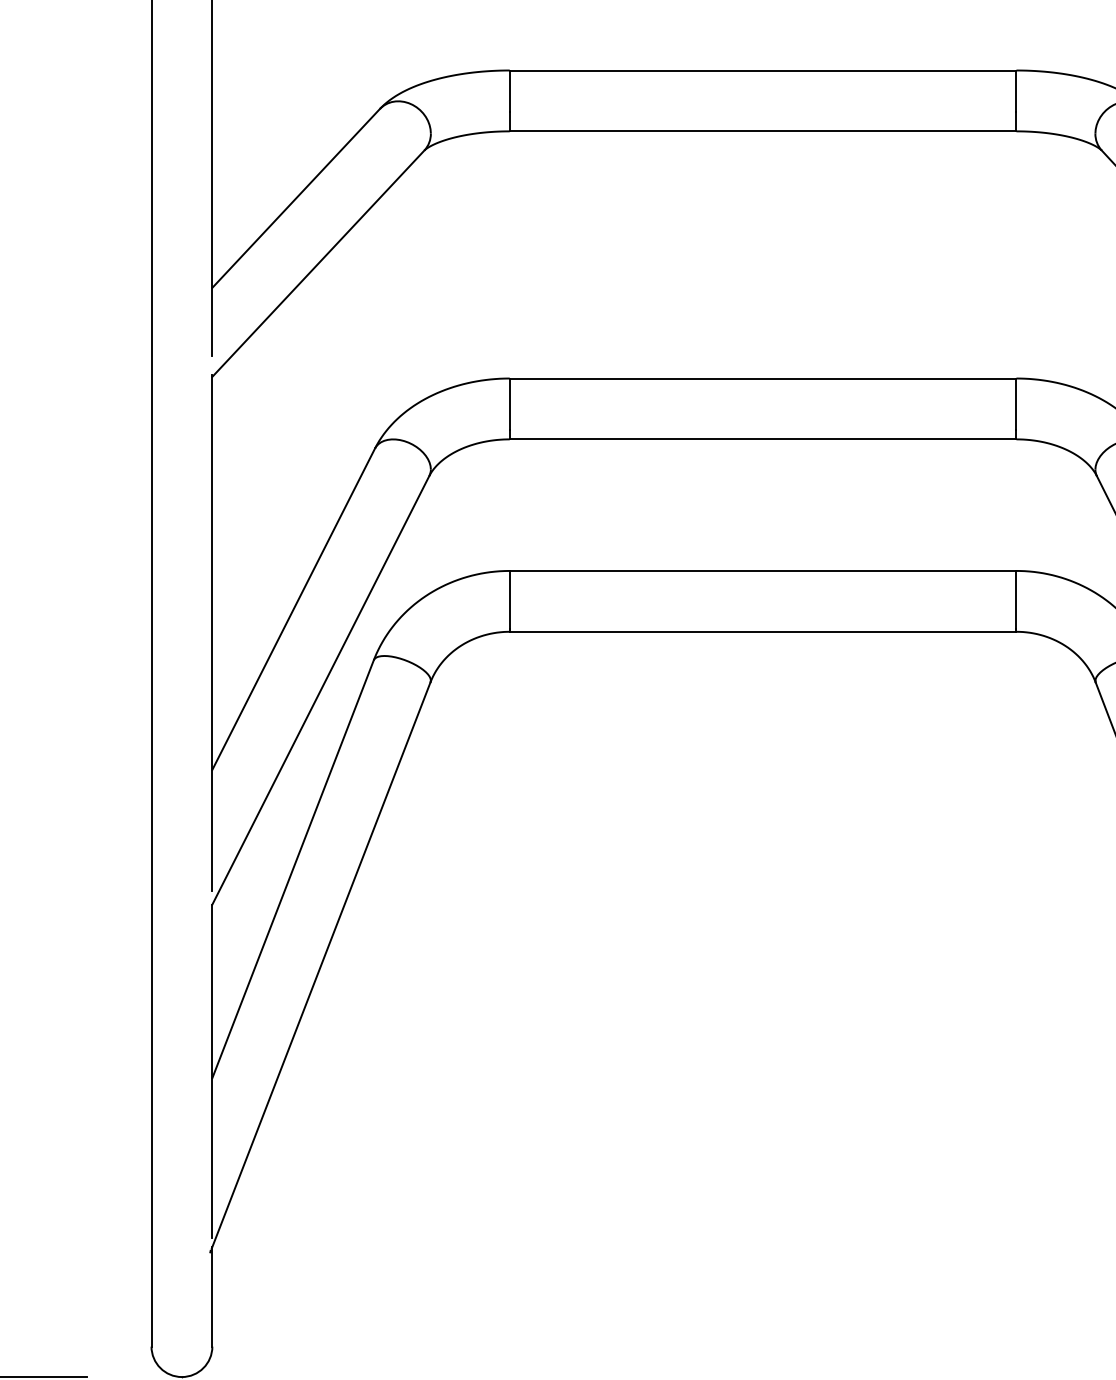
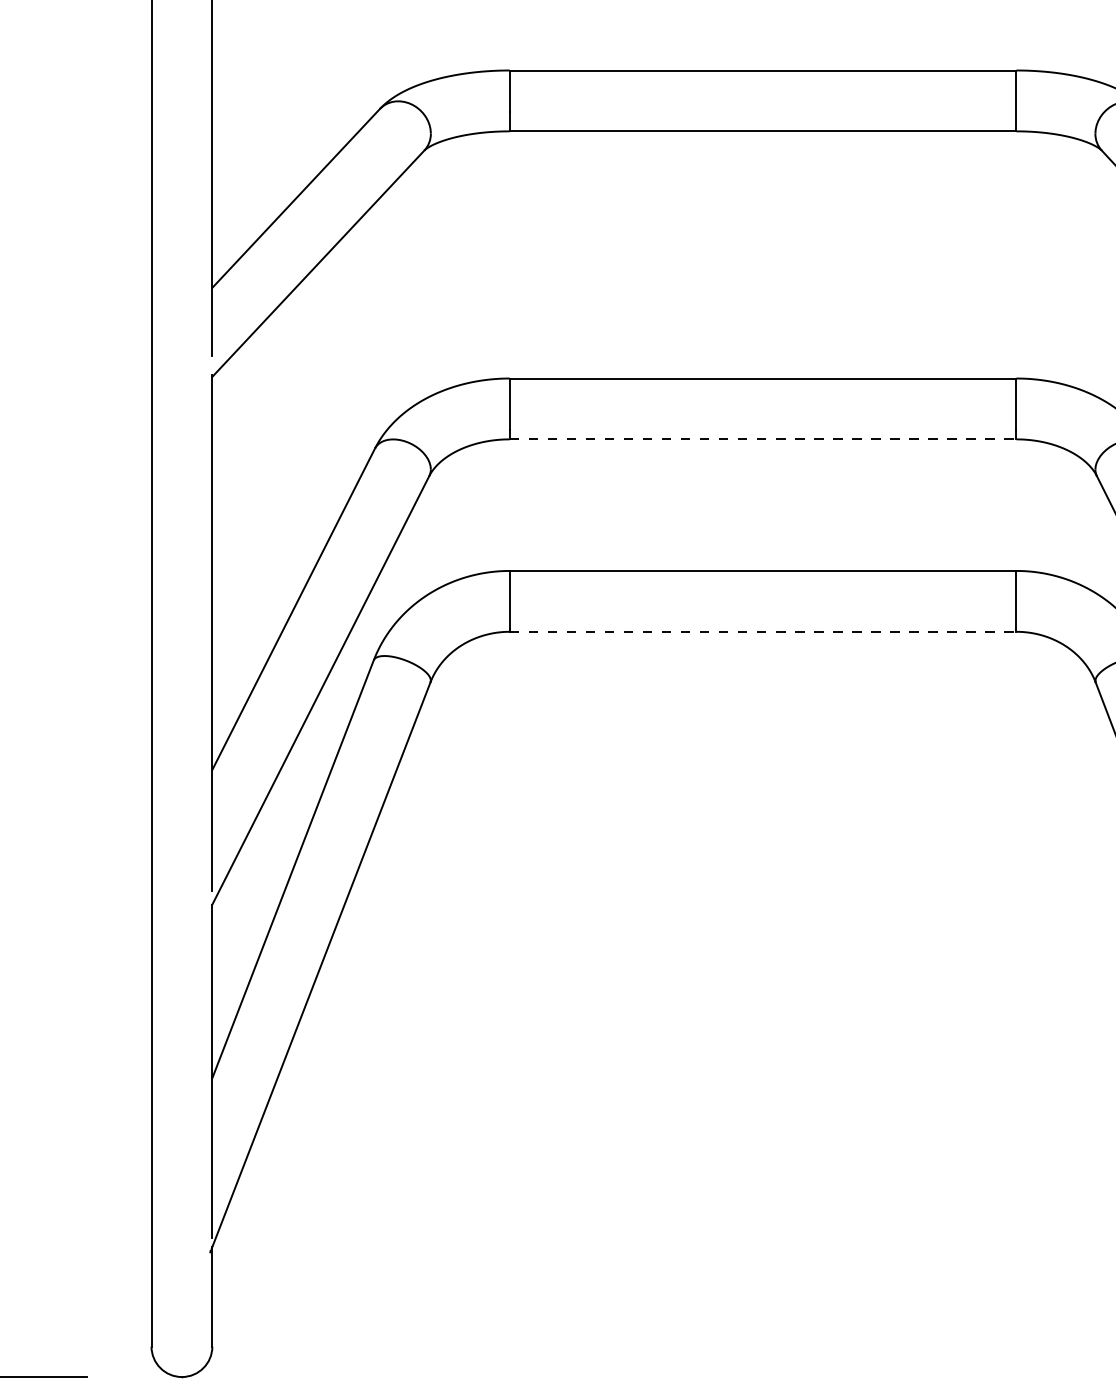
line at (763, 439): solid -> dashed
line at (763, 631): solid -> dashed
